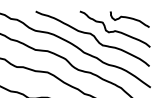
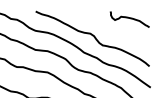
curve at (114, 30): present -> none
